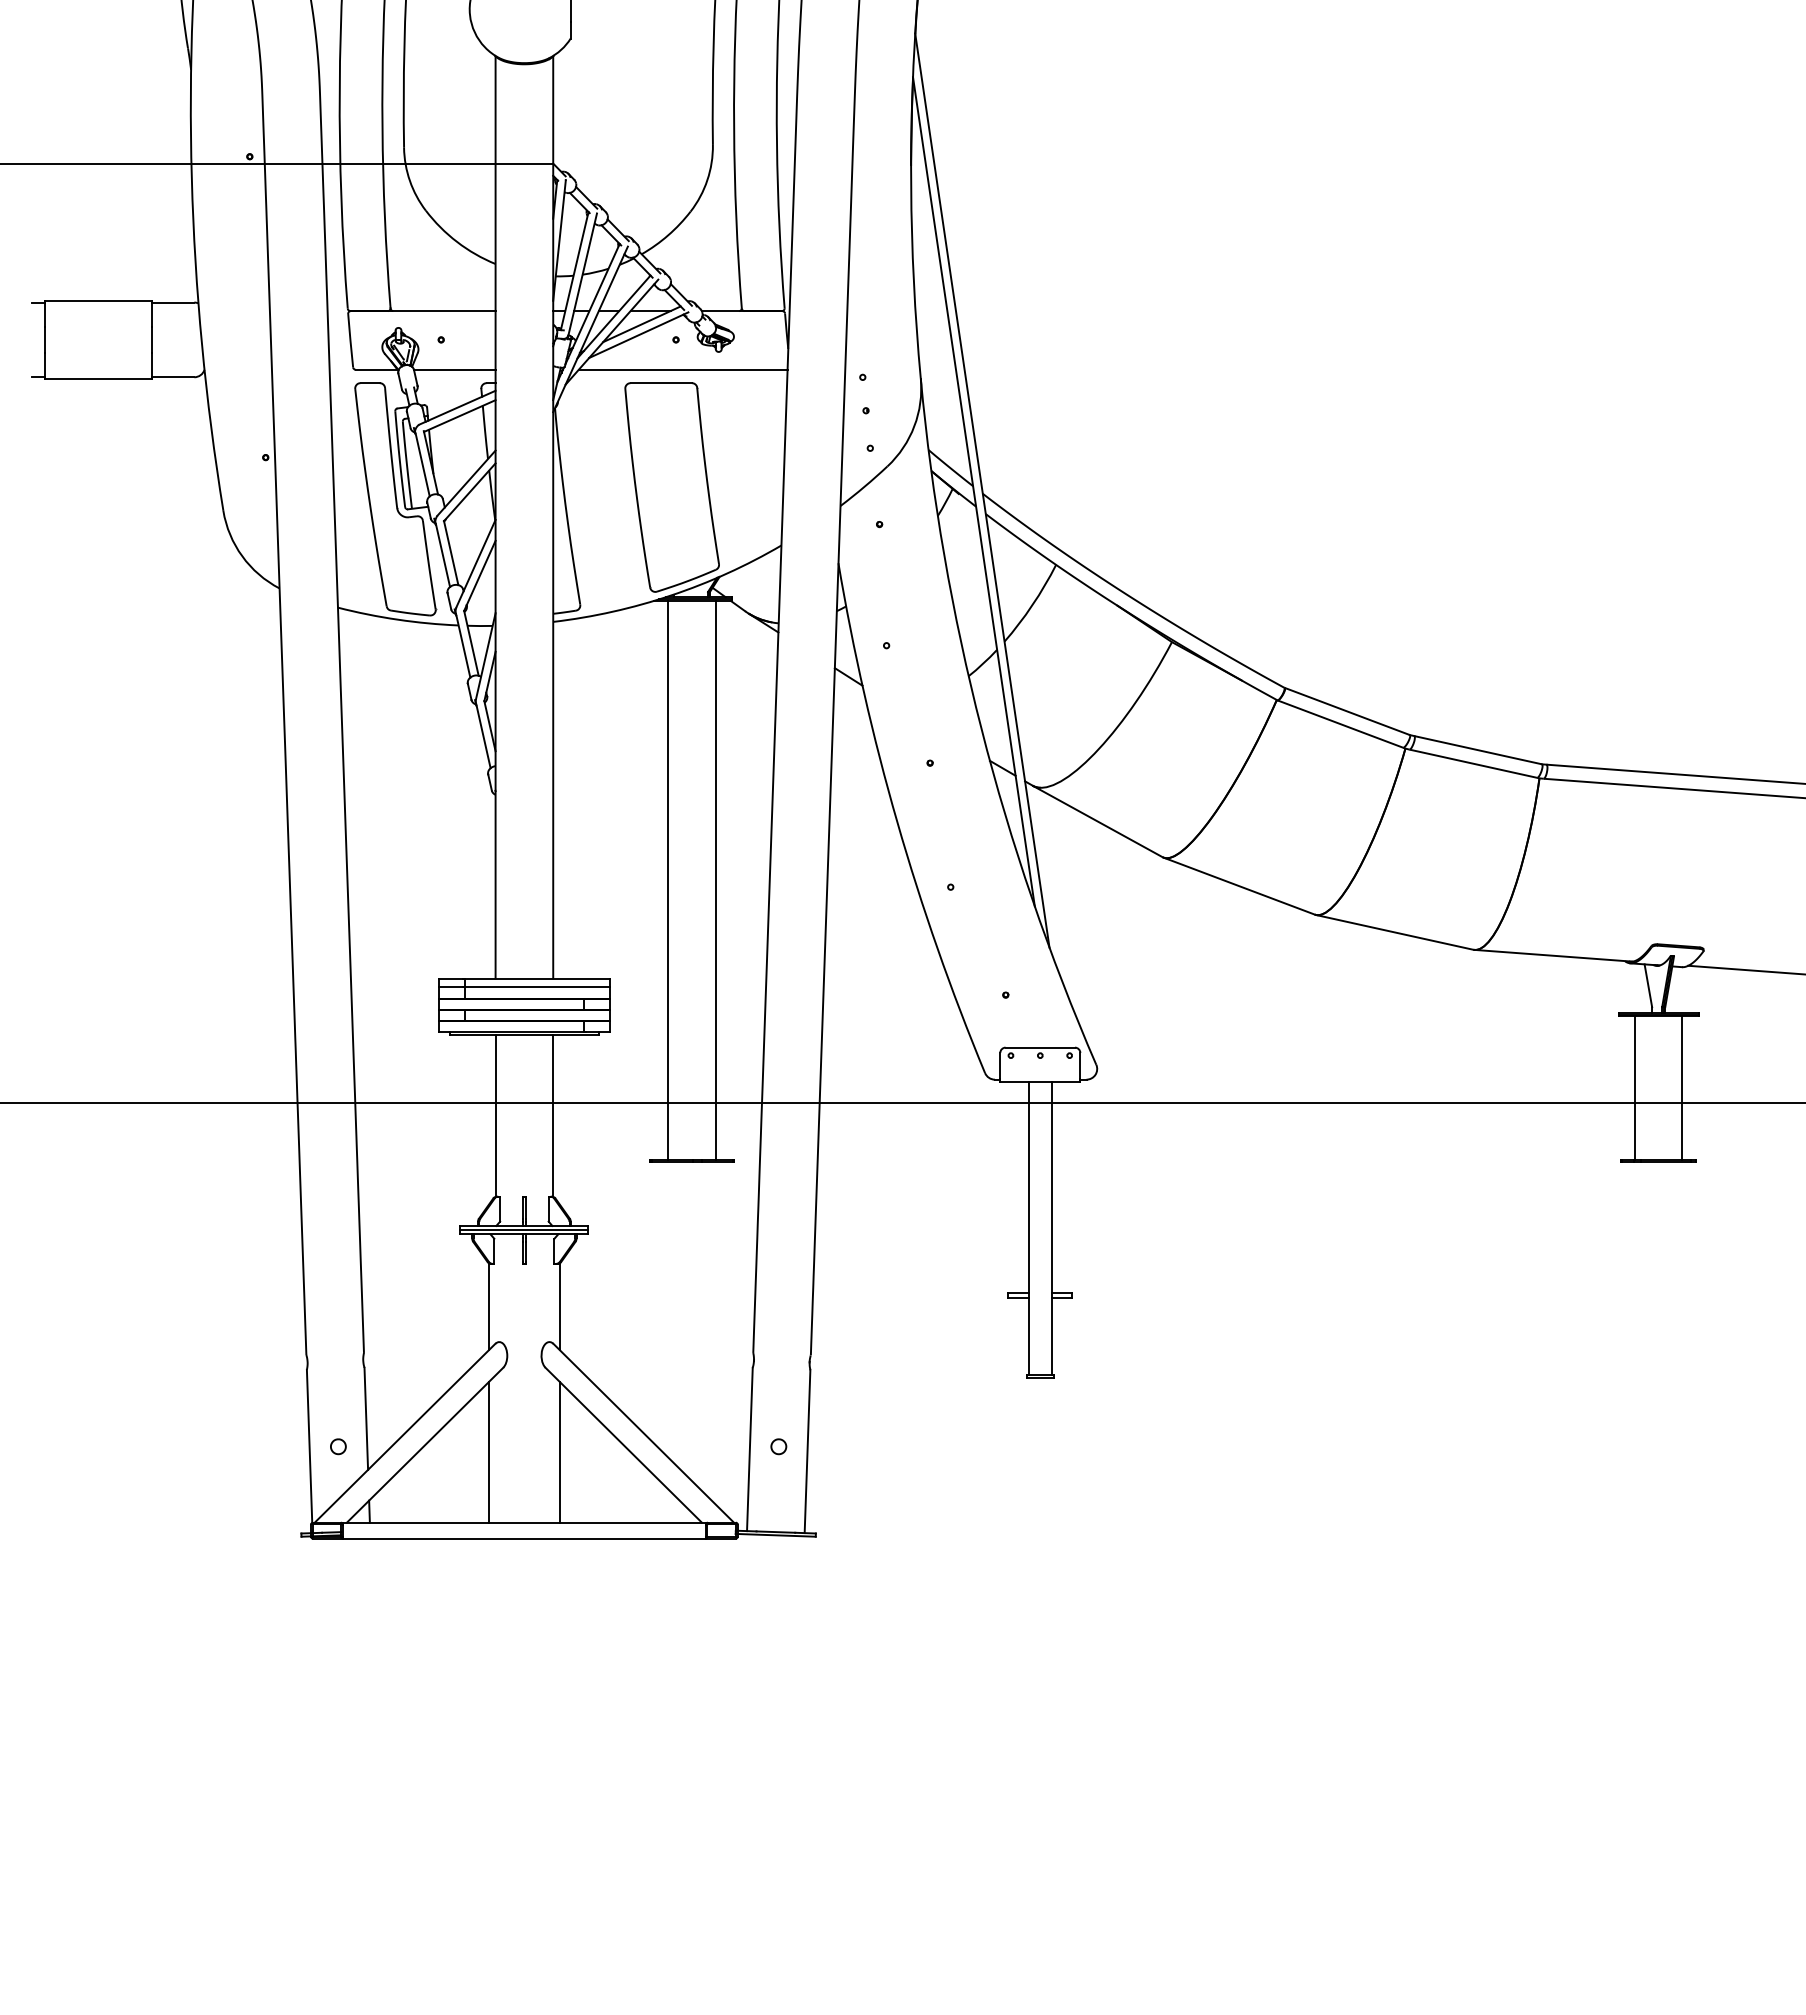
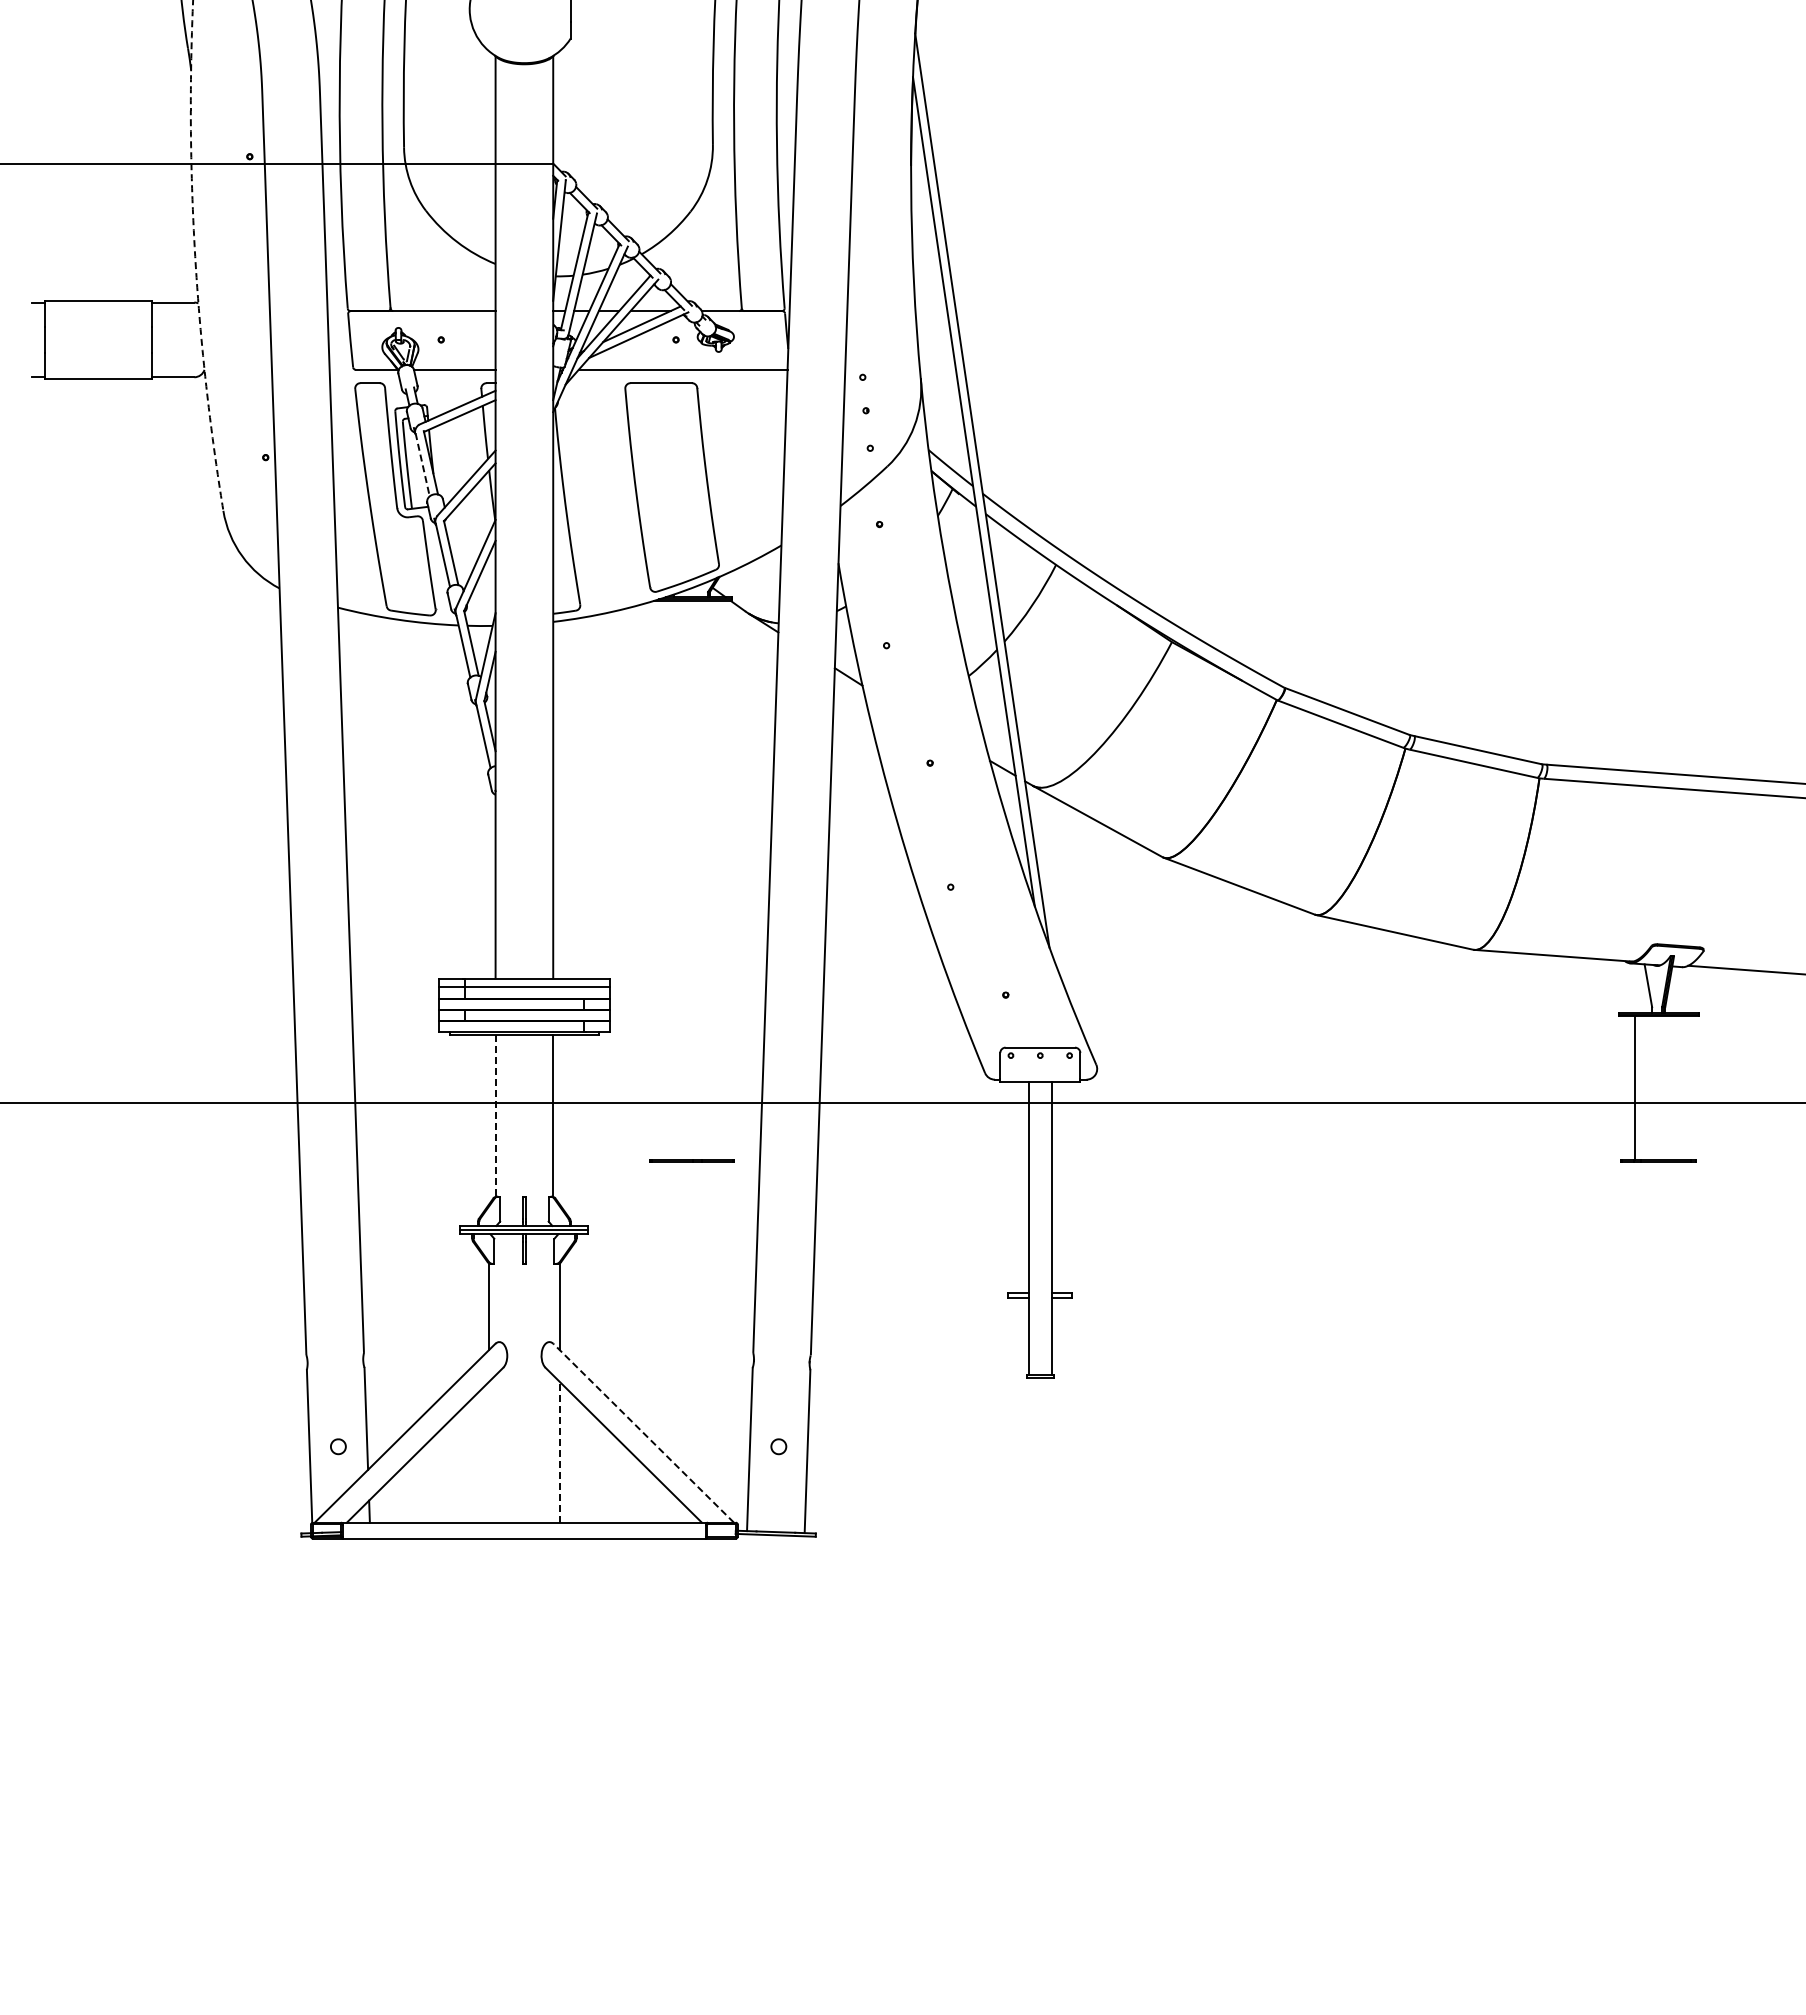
arc at (195, 256): solid -> dashed
line at (422, 465): solid -> dashed
line at (668, 880): present -> none
line at (715, 880): present -> none
line at (1682, 1088): present -> none
line at (495, 1116): solid -> dashed
line at (643, 1432): solid -> dashed
line at (559, 1451): solid -> dashed
line at (488, 1452): present -> none
